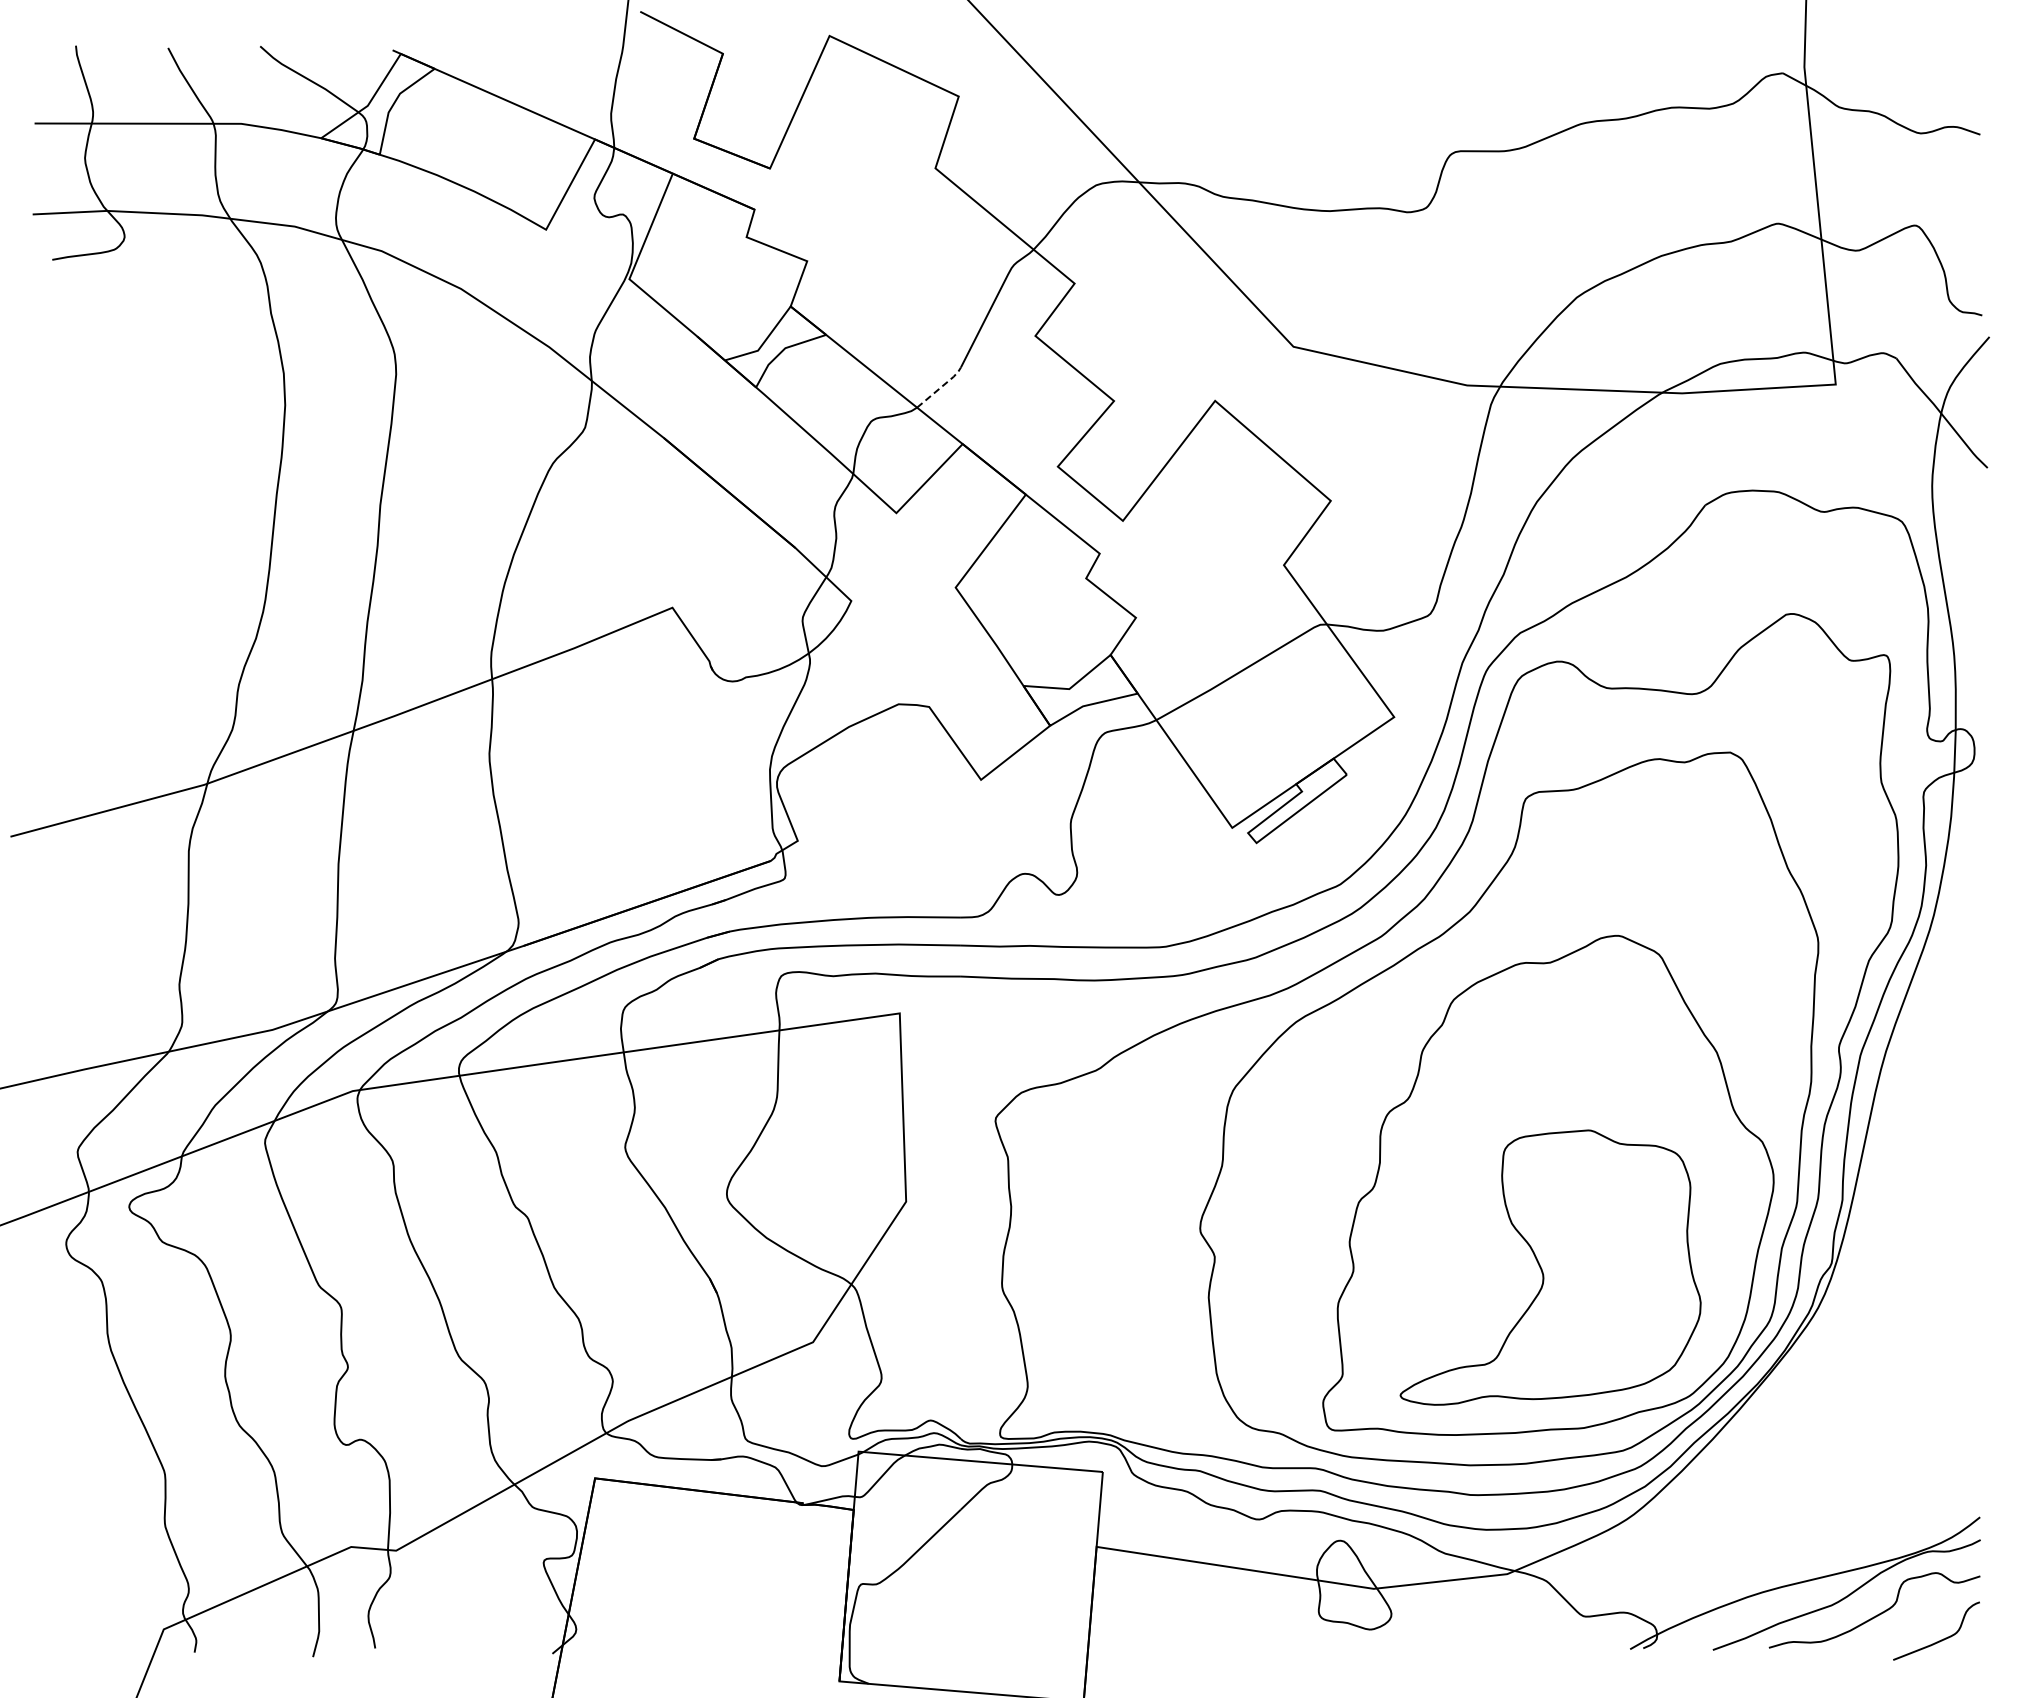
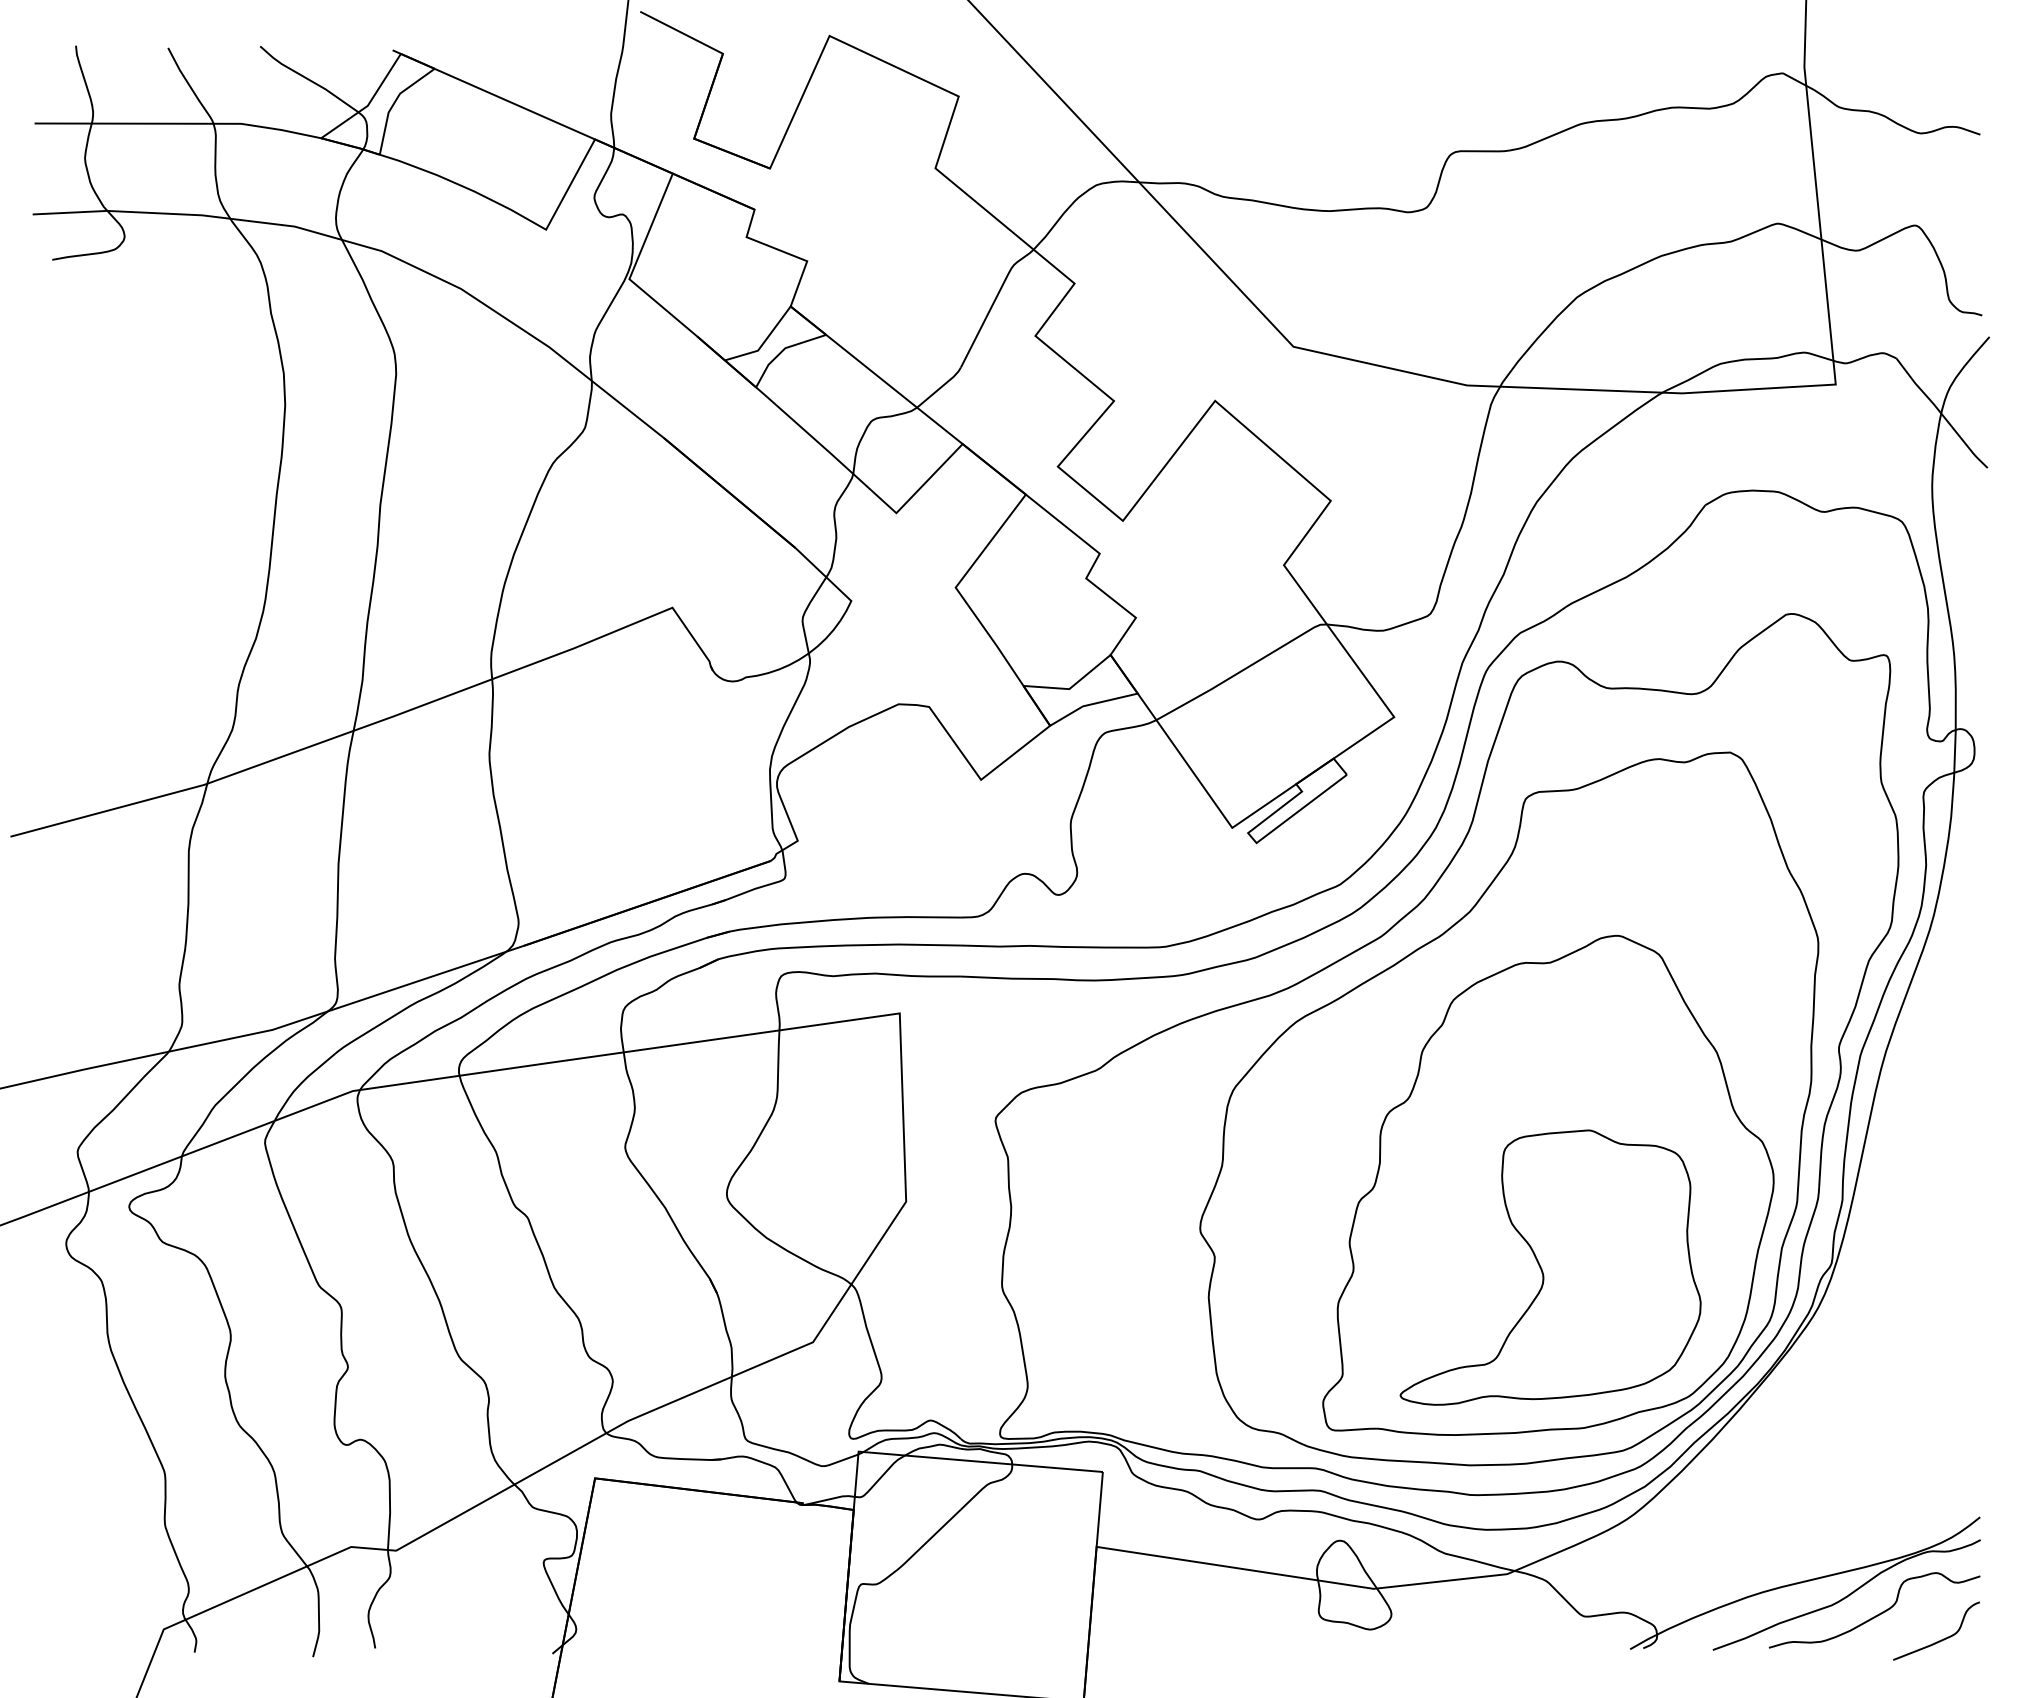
line at (941, 387): dashed -> solid
